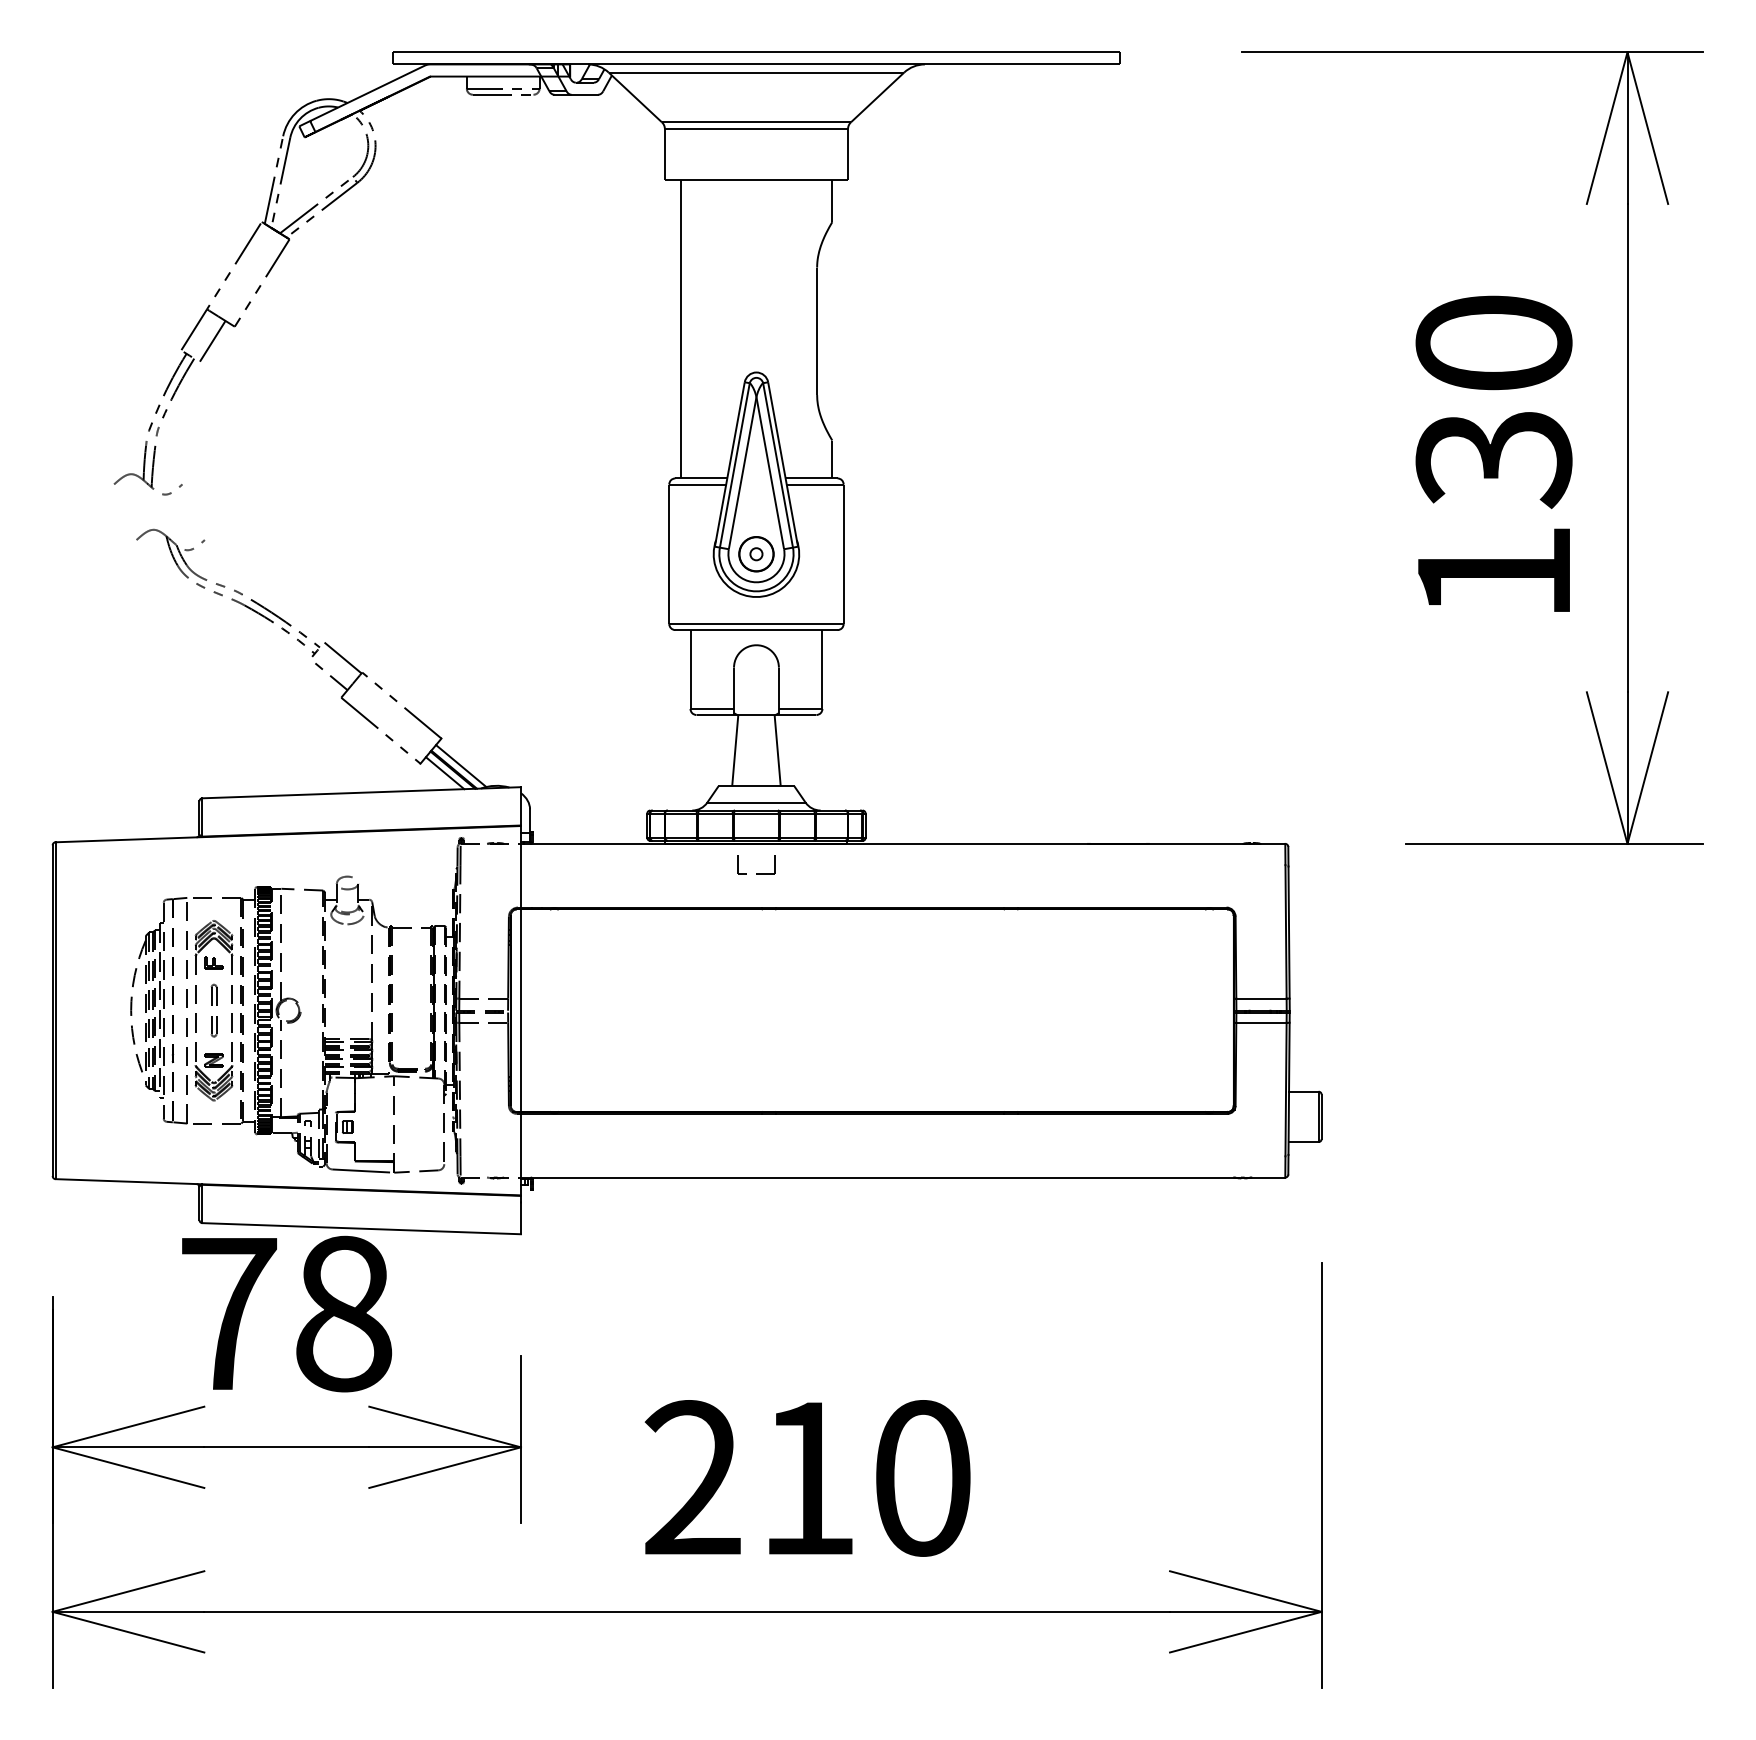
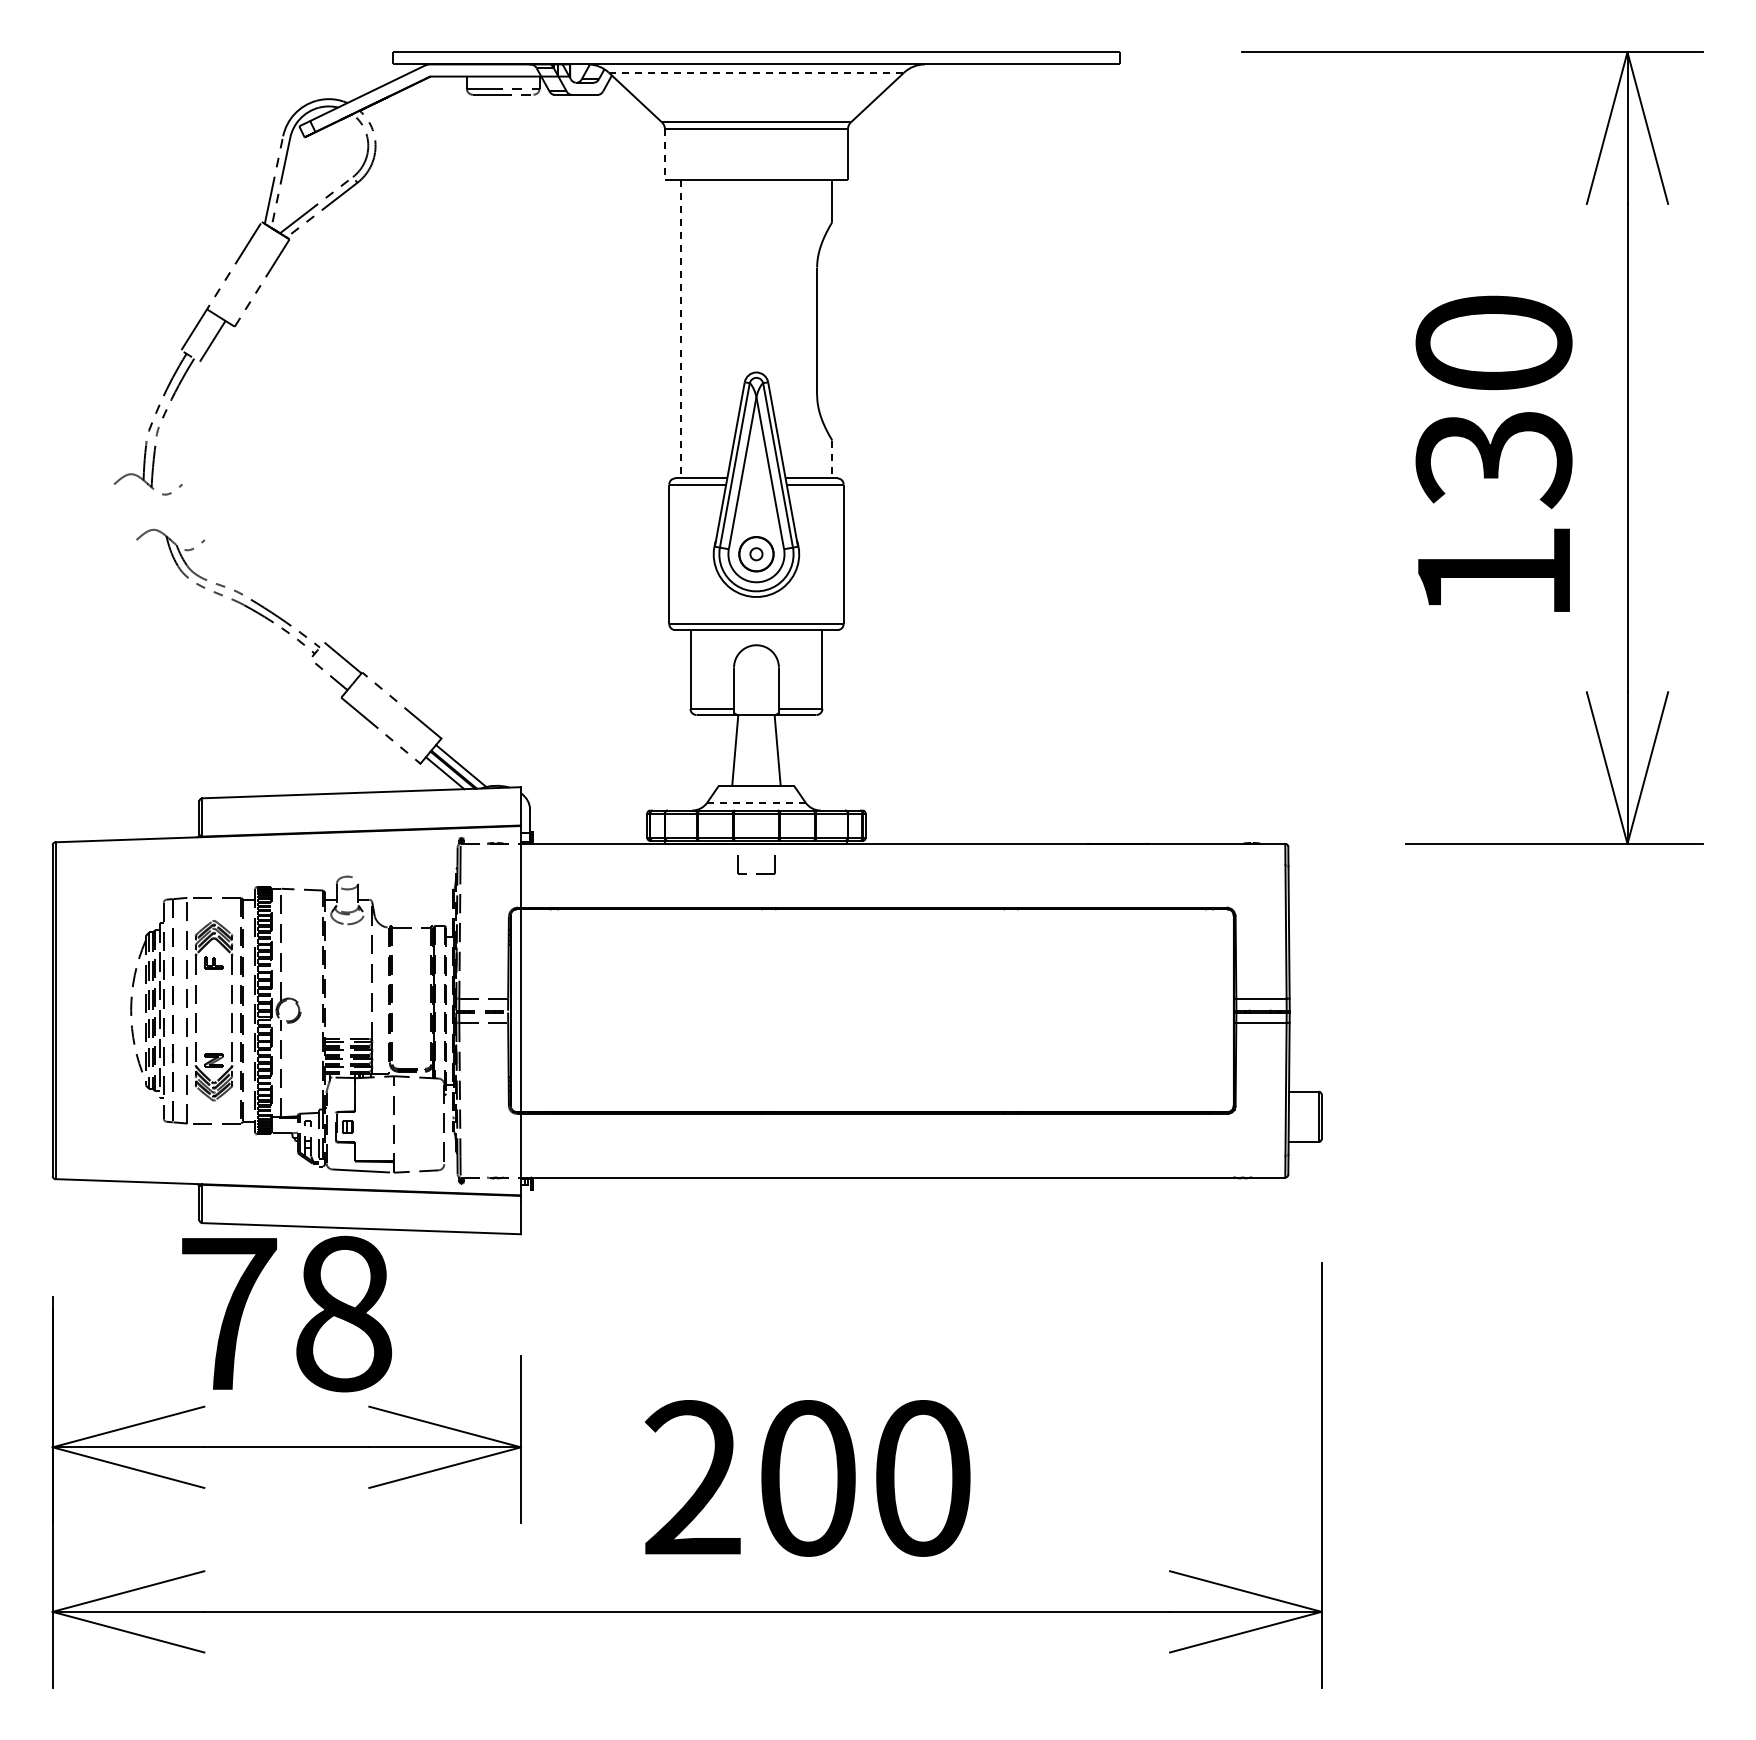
line at (756, 72): solid -> dashed
line at (664, 154): solid -> dashed
line at (680, 329): solid -> dashed
line at (832, 459): solid -> dashed
line at (755, 802): solid -> dashed
part at (213, 1010): present -> none
text at (808, 1478): 210 -> 200
